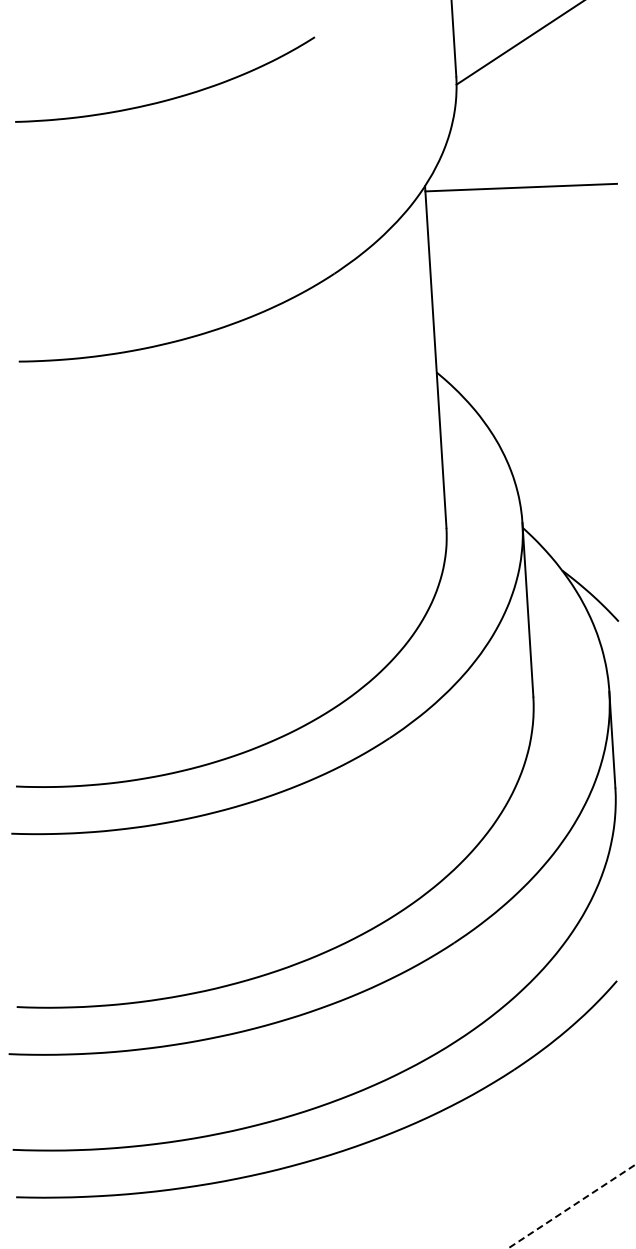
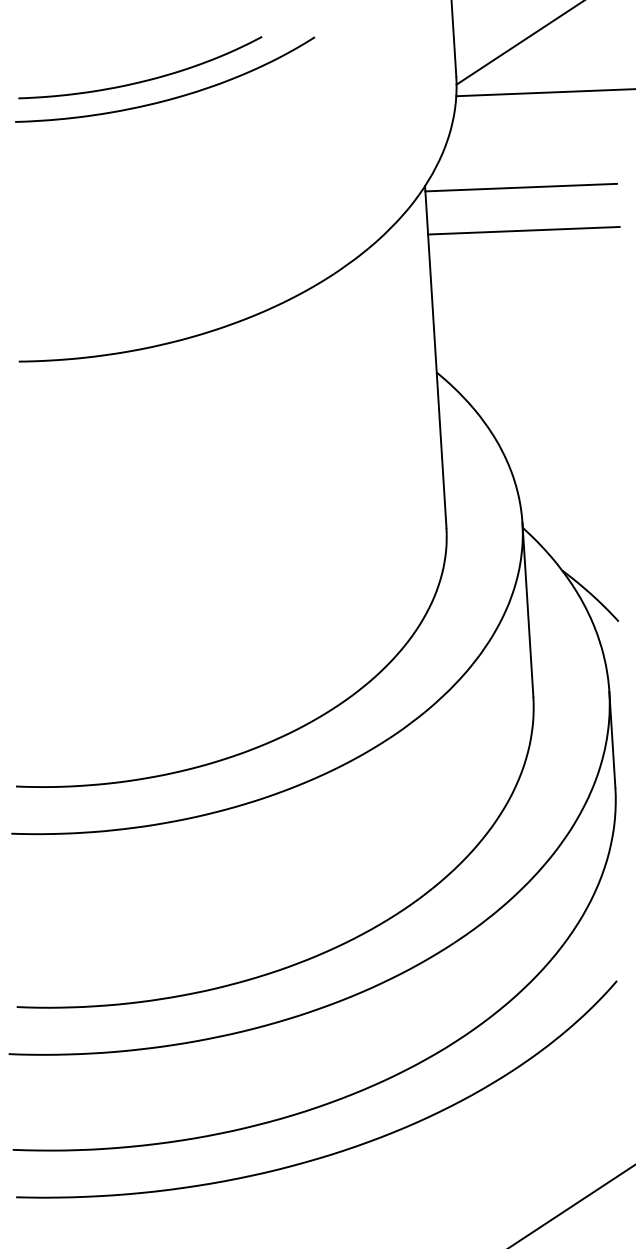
curve at (142, 80): none -> present
line at (544, 92): none -> present
line at (523, 230): none -> present
line at (571, 1206): dashed -> solid
